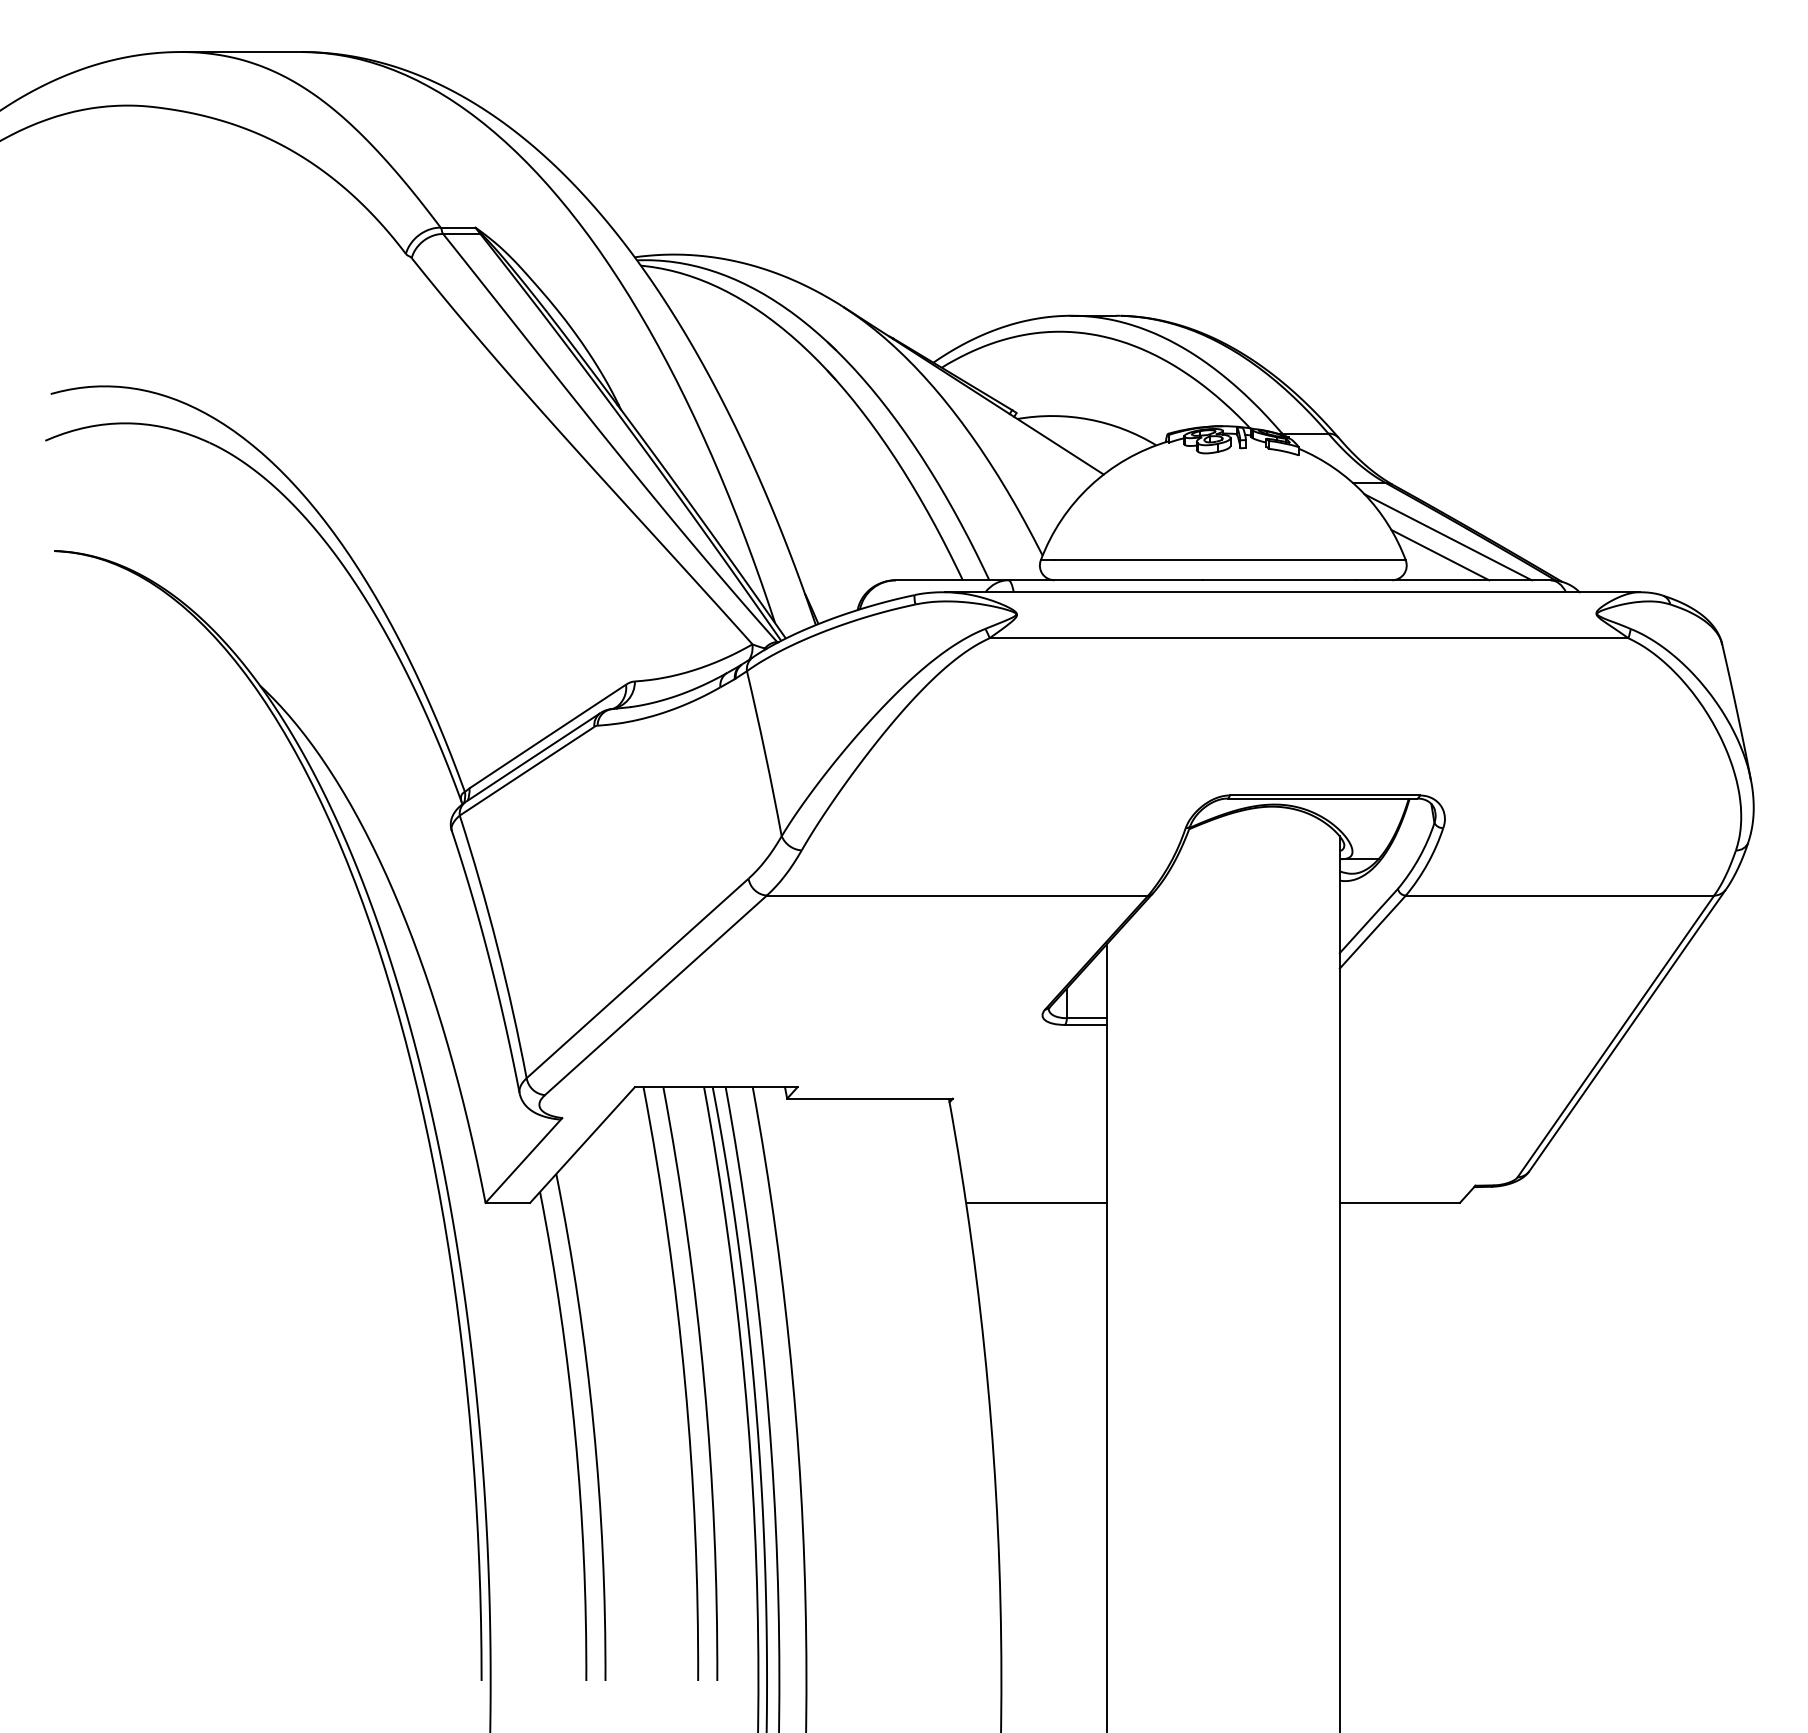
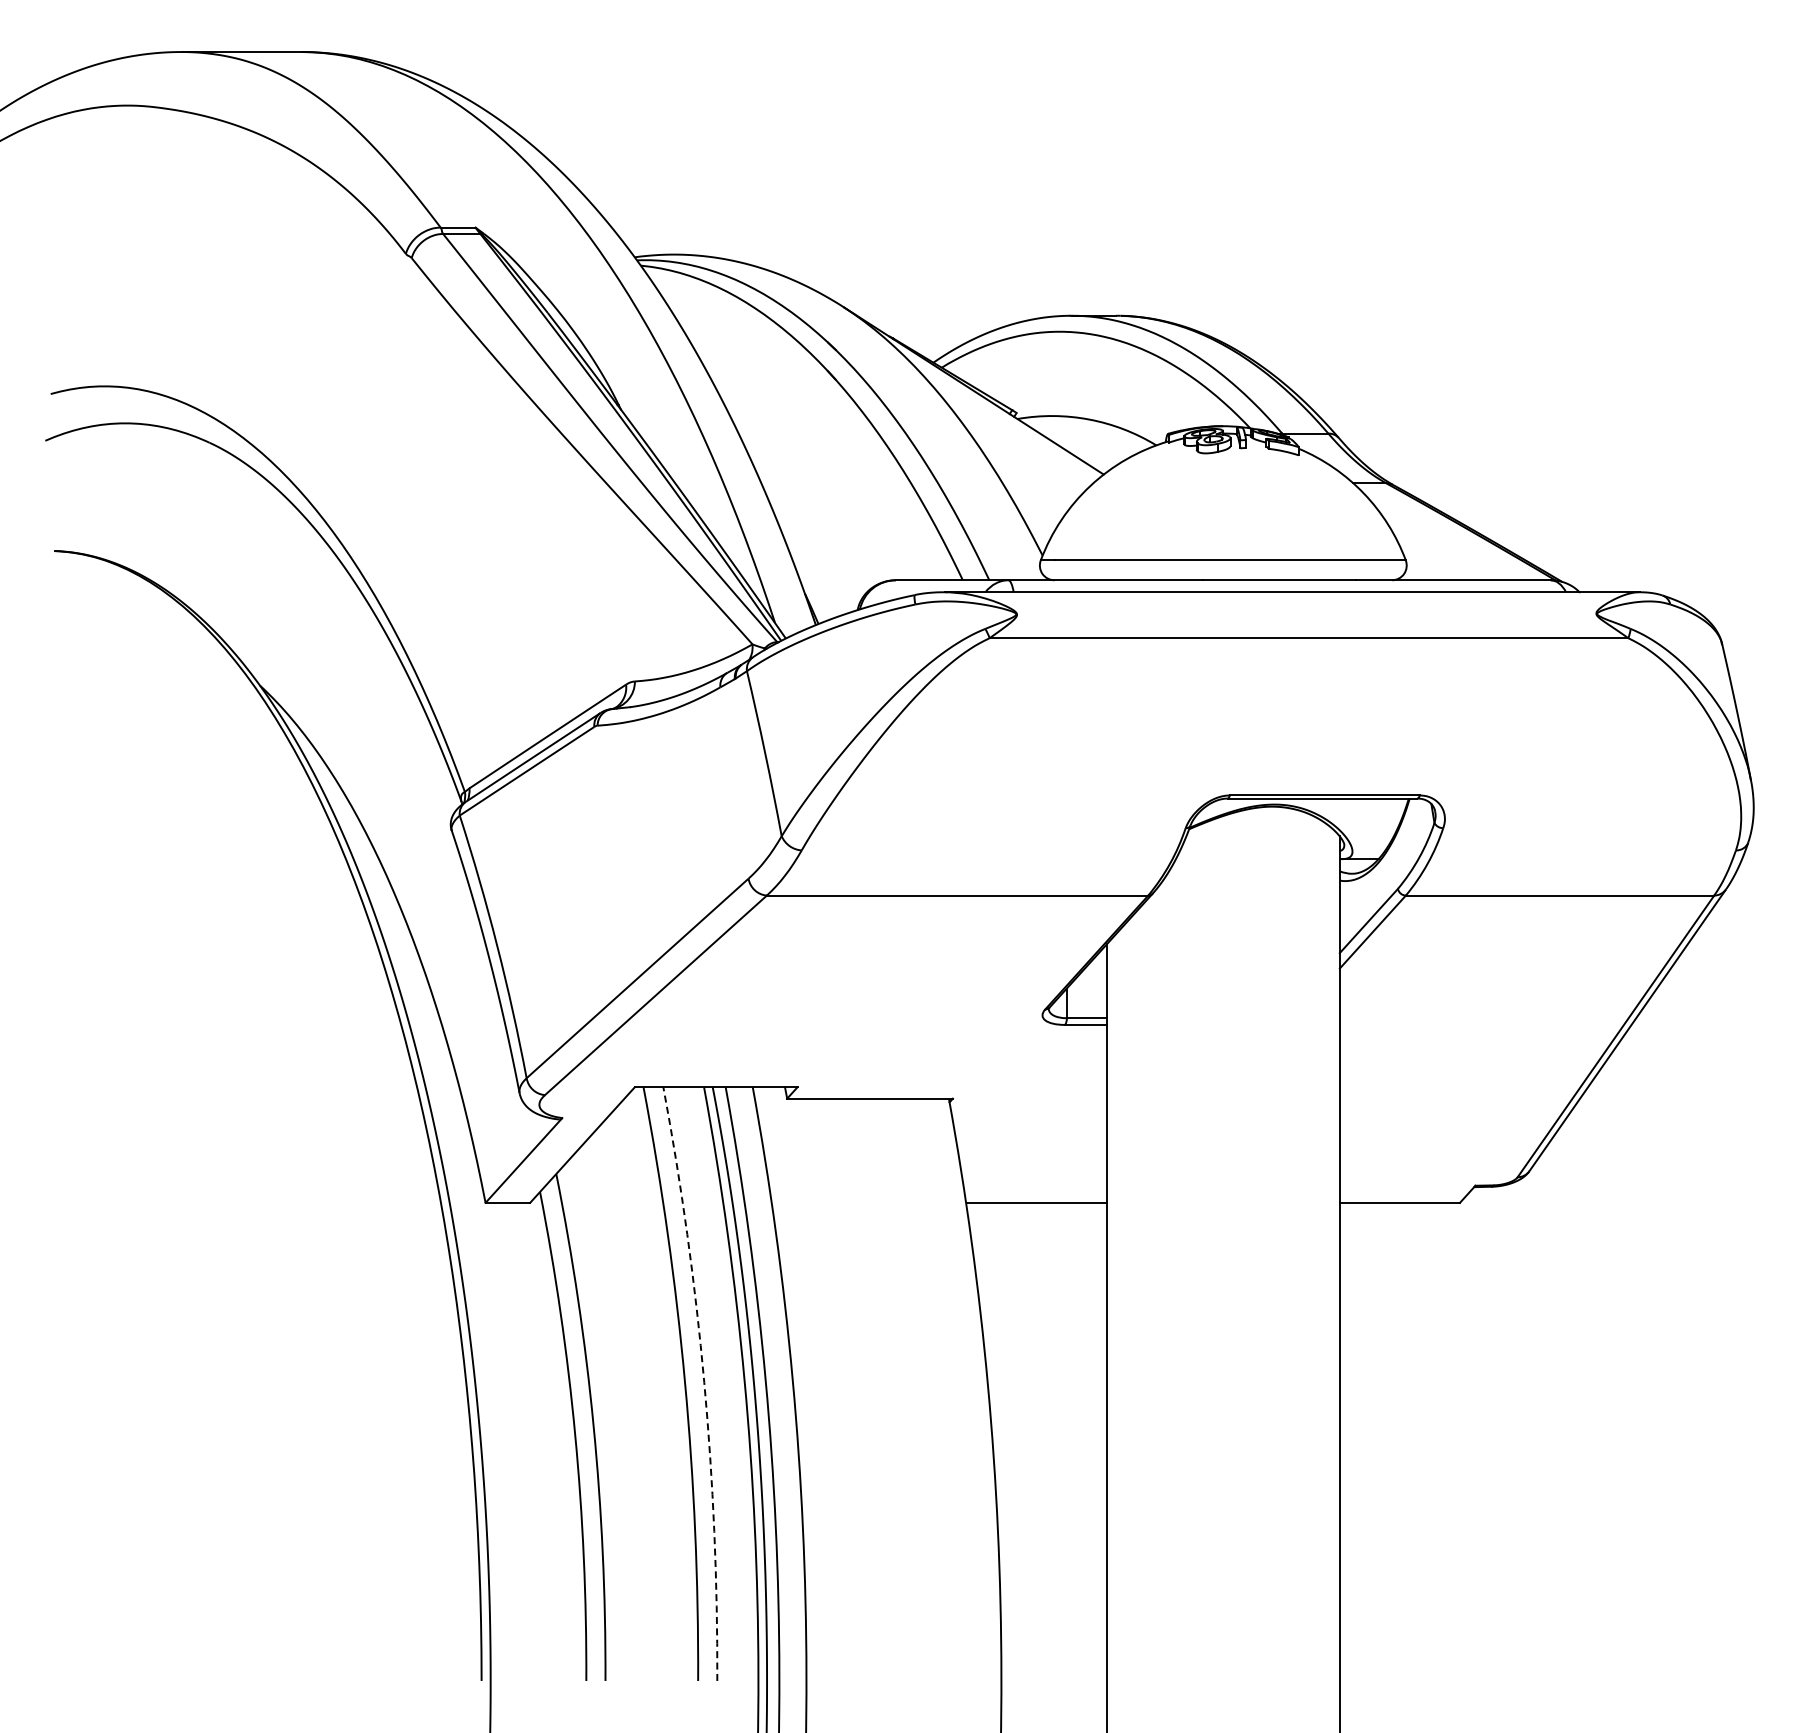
line at (1447, 537): present -> none
line at (1440, 554): present -> none
arc at (704, 1382): solid -> dashed
